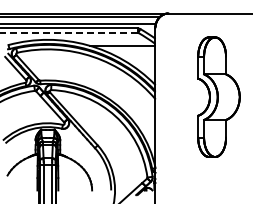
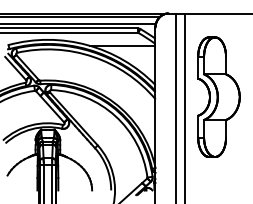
line at (69, 32): dashed -> solid
line at (175, 106): none -> present
line at (184, 106): none -> present
